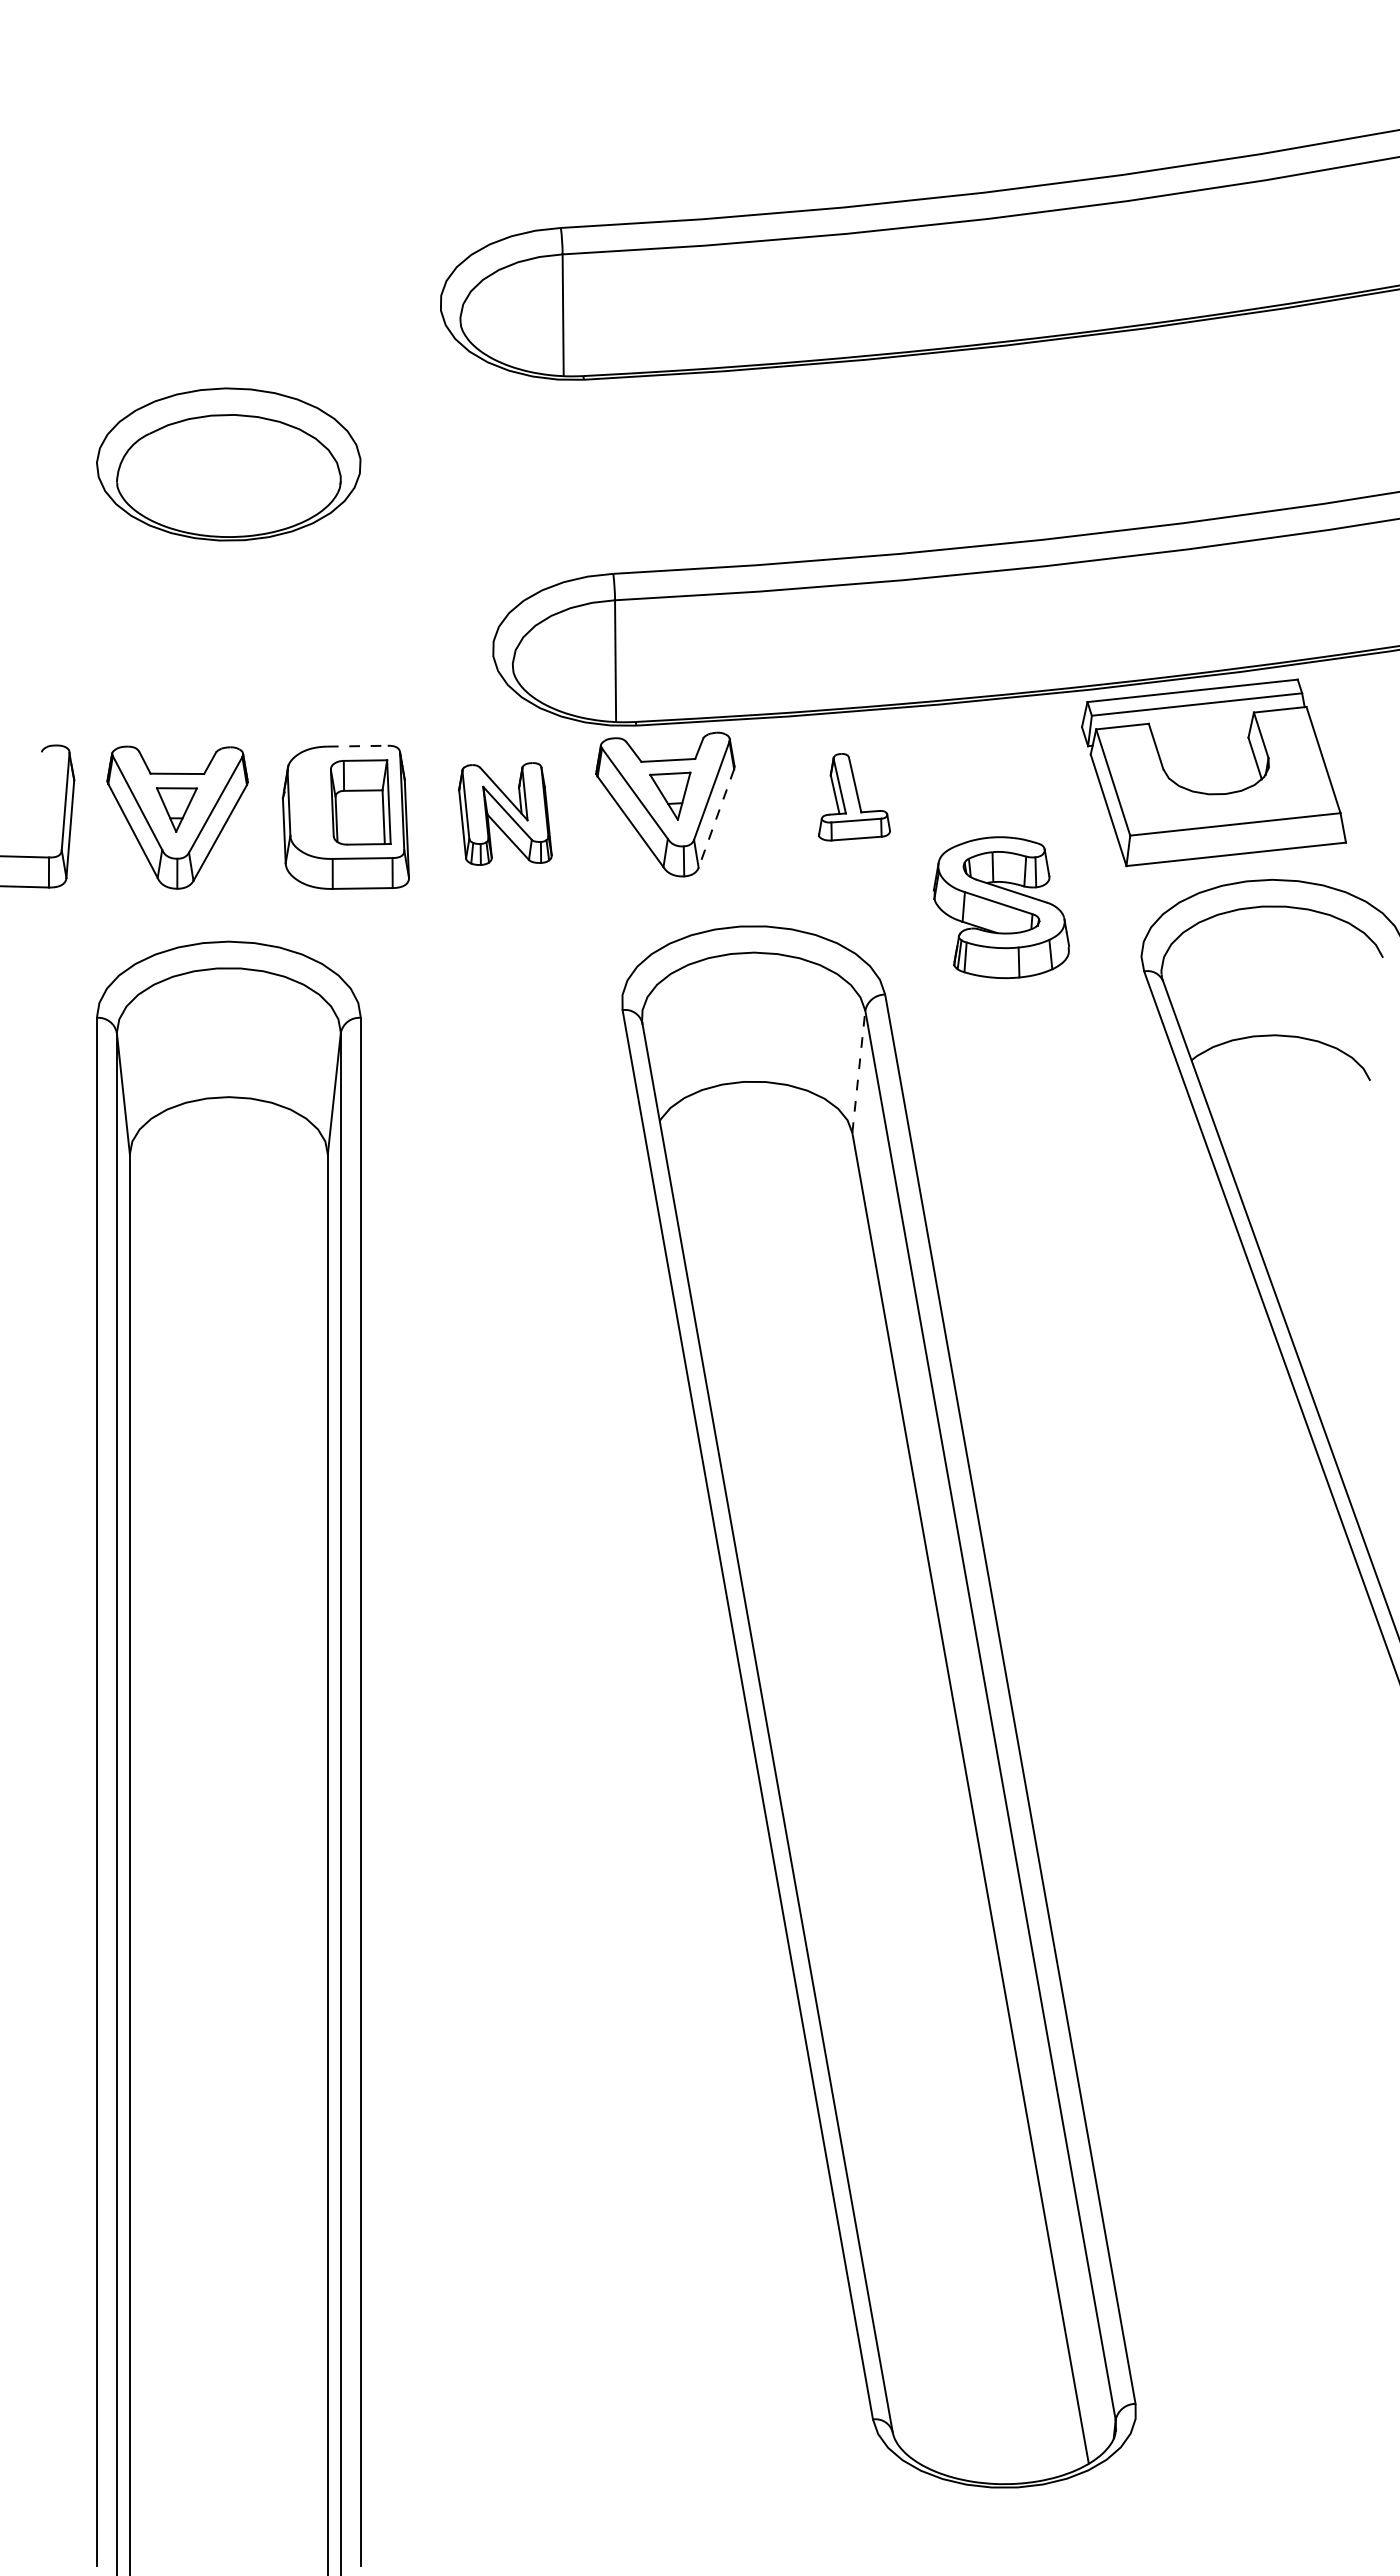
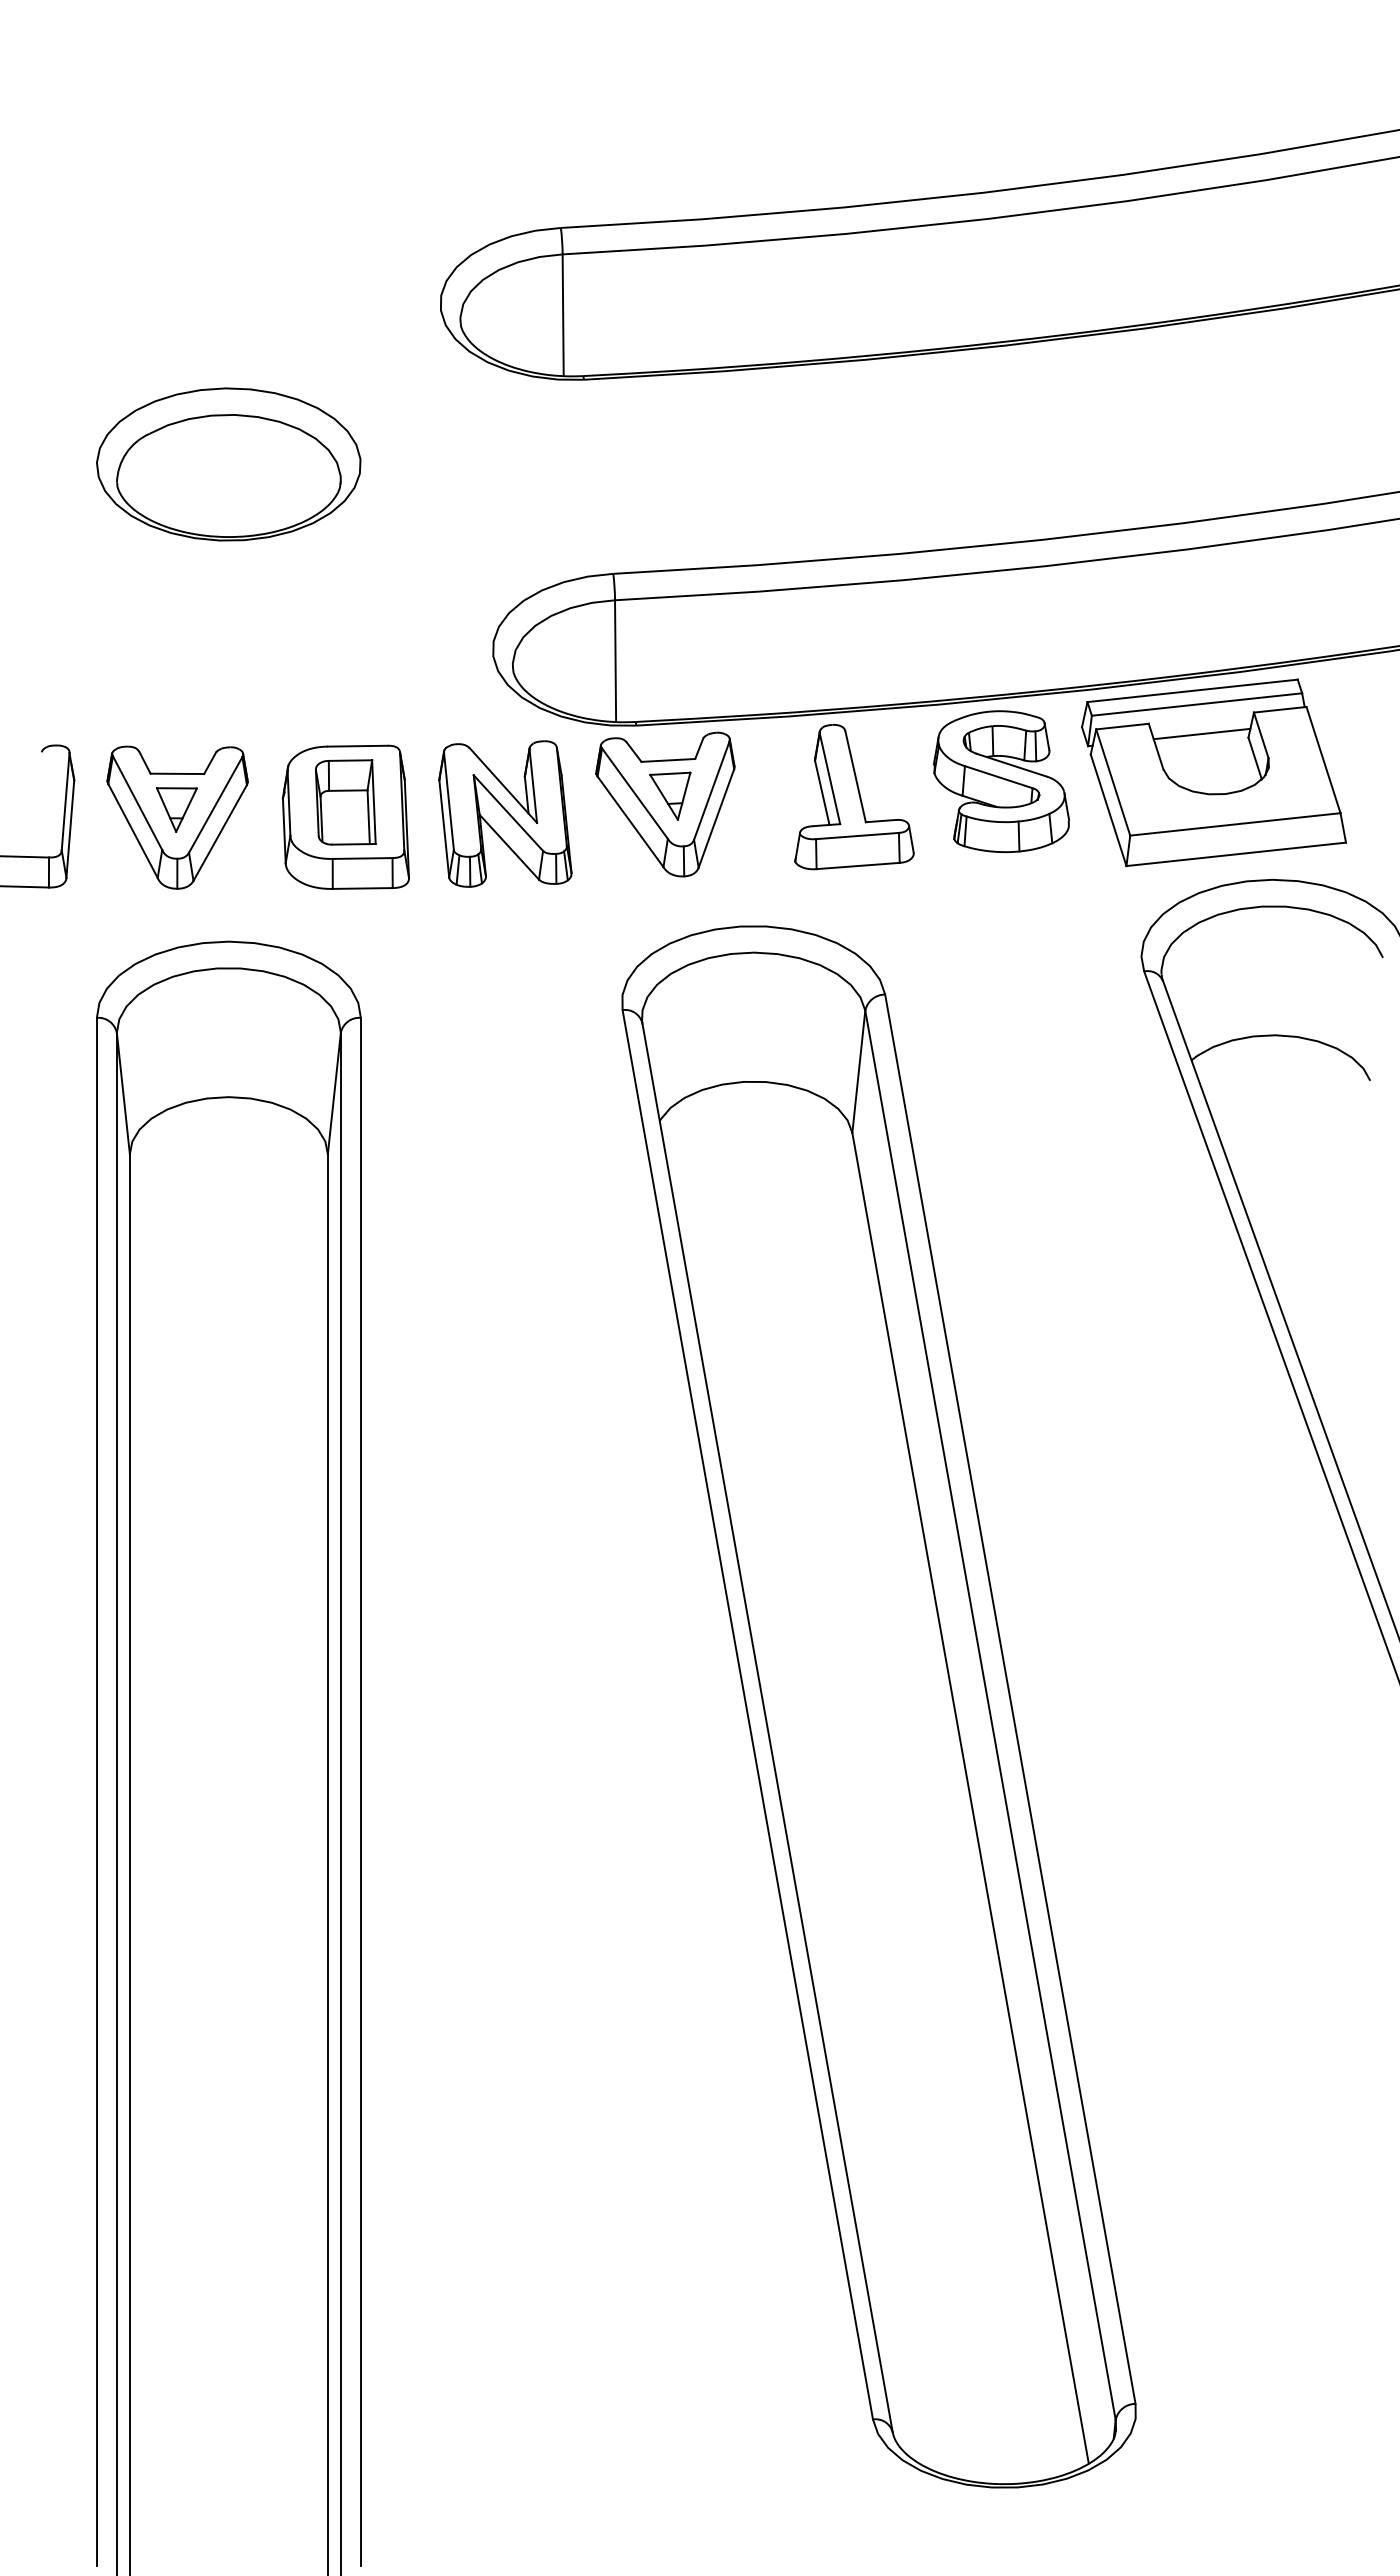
line at (1201, 733): none -> present
line at (357, 746): dashed -> solid
part at (853, 797) size: 74x89 px -> 121x147 px
part at (360, 802) position: (360, 802) -> (345, 802)
part at (505, 813) size: 95x104 px -> 135x148 px
line at (716, 818): dashed -> solid
part at (1001, 907) position: (1001, 907) -> (1001, 781)
line at (858, 1071): dashed -> solid
